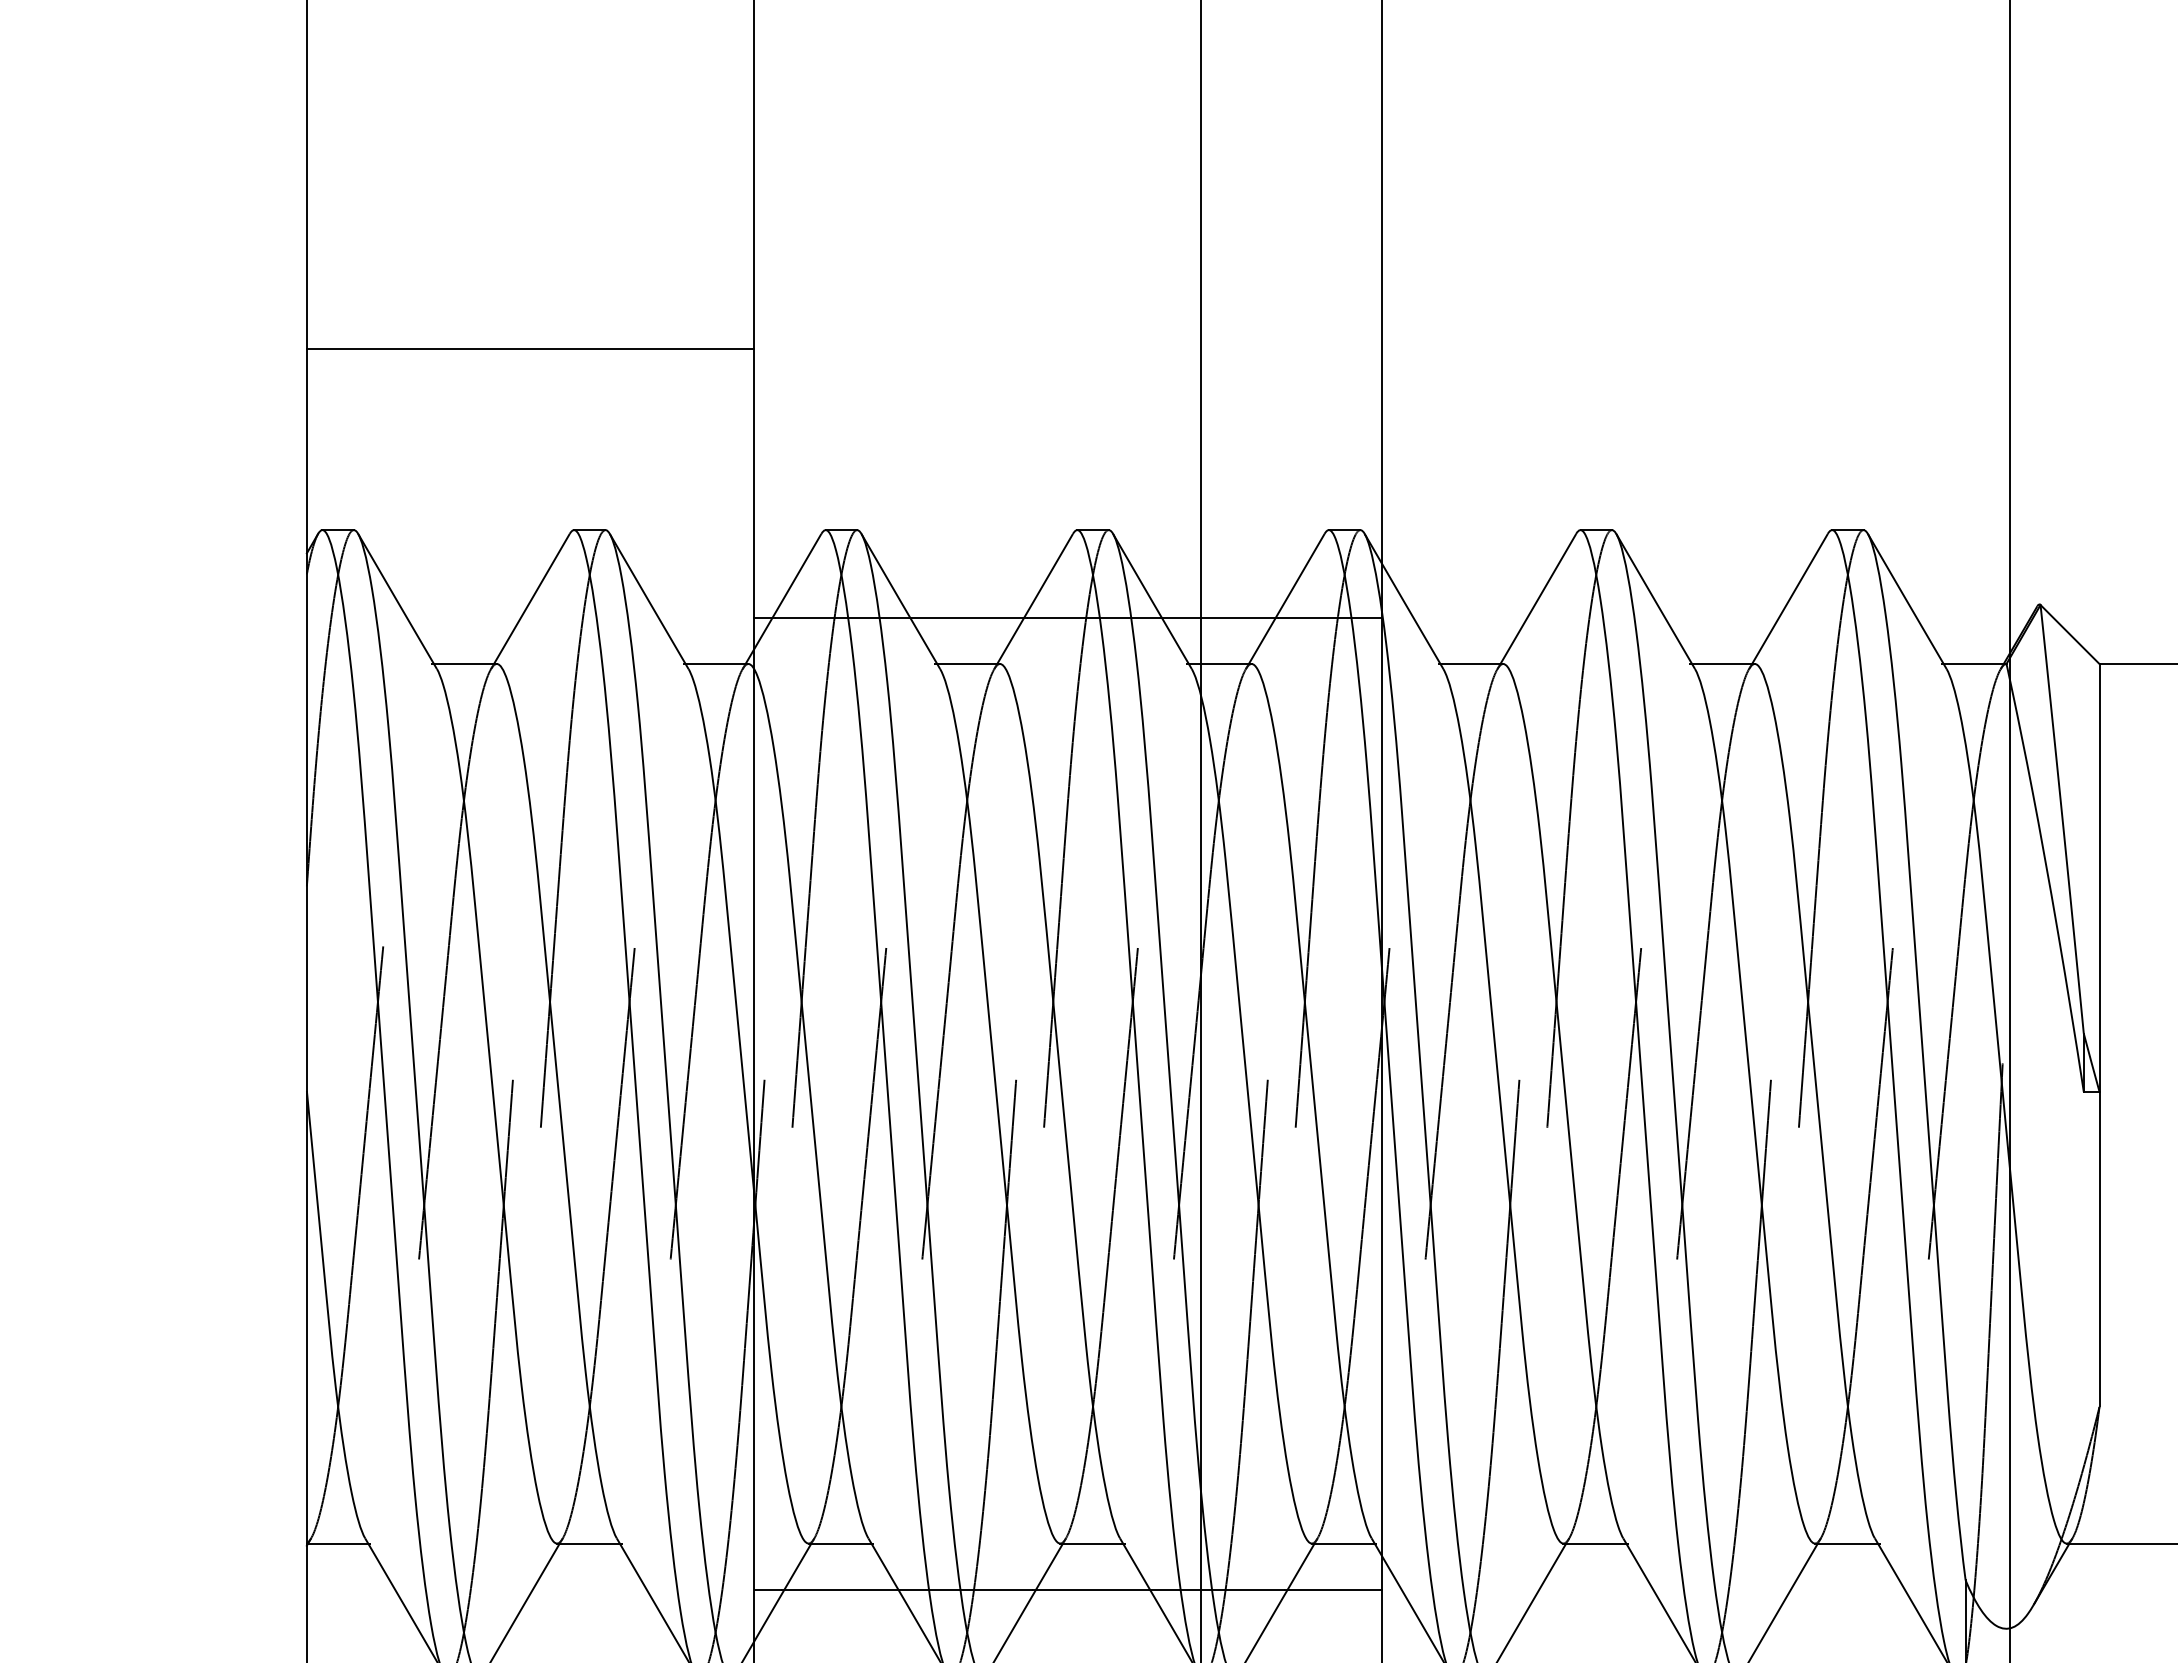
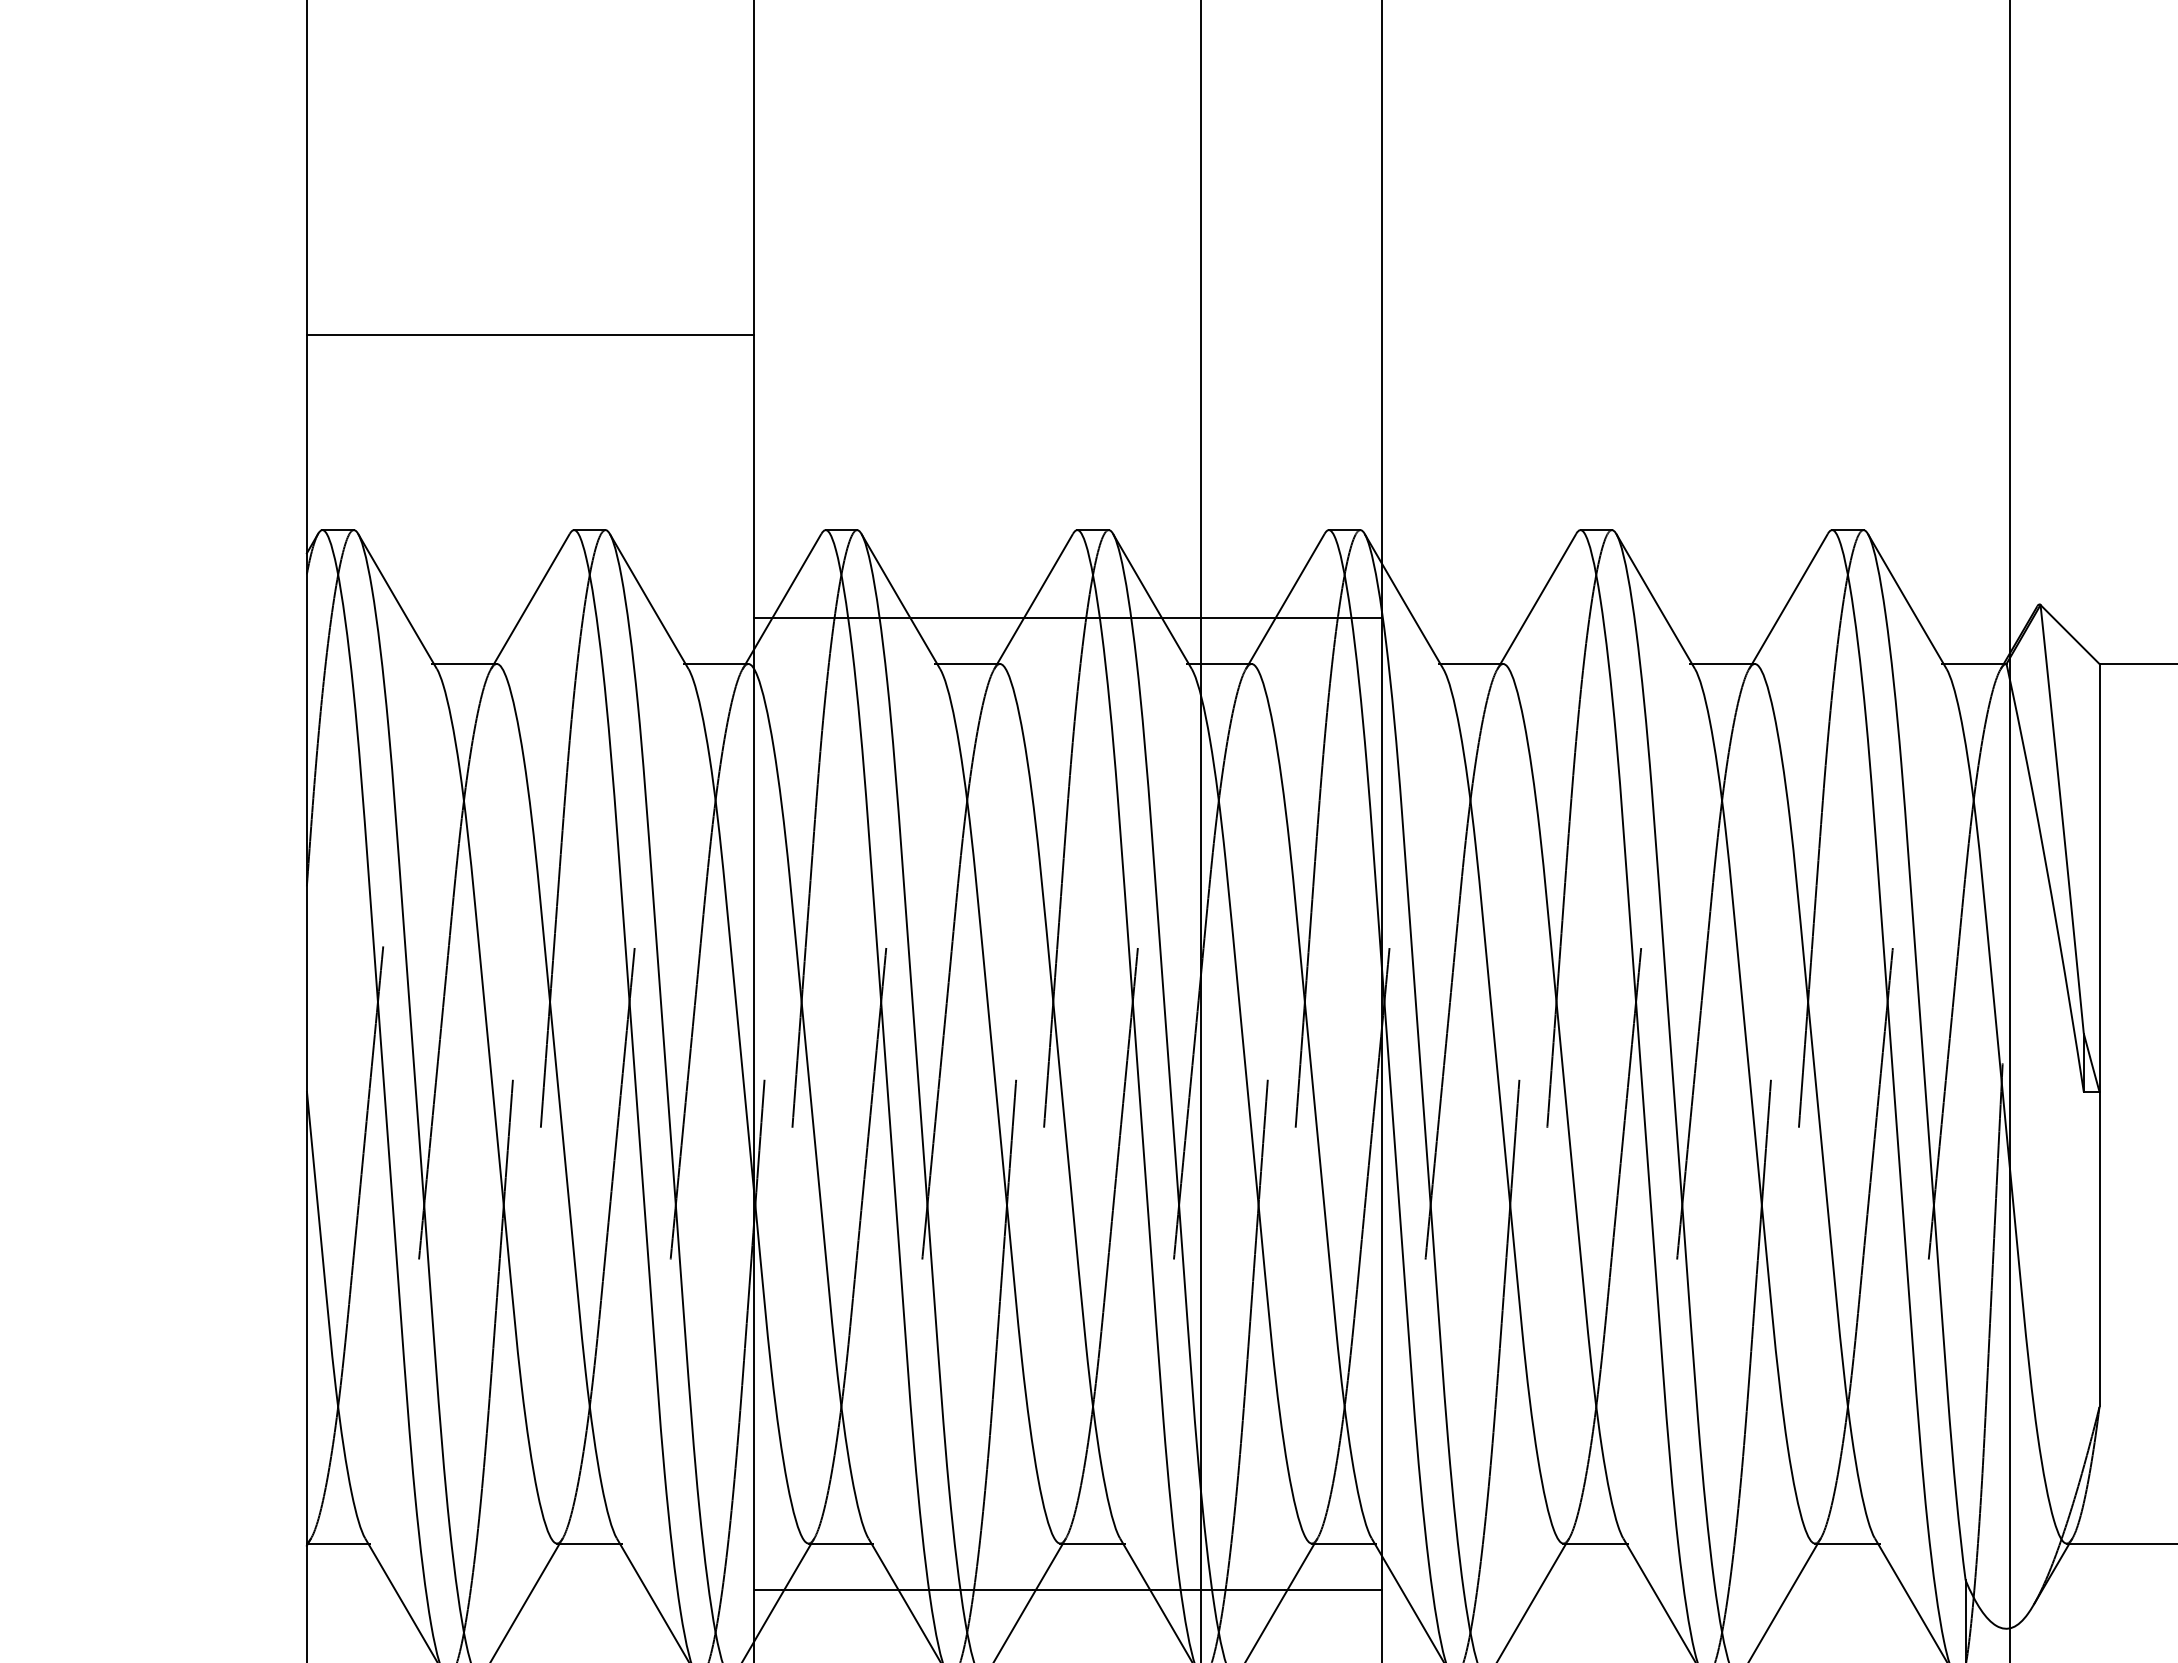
line at (529, 348) position: (529, 348) -> (529, 334)
